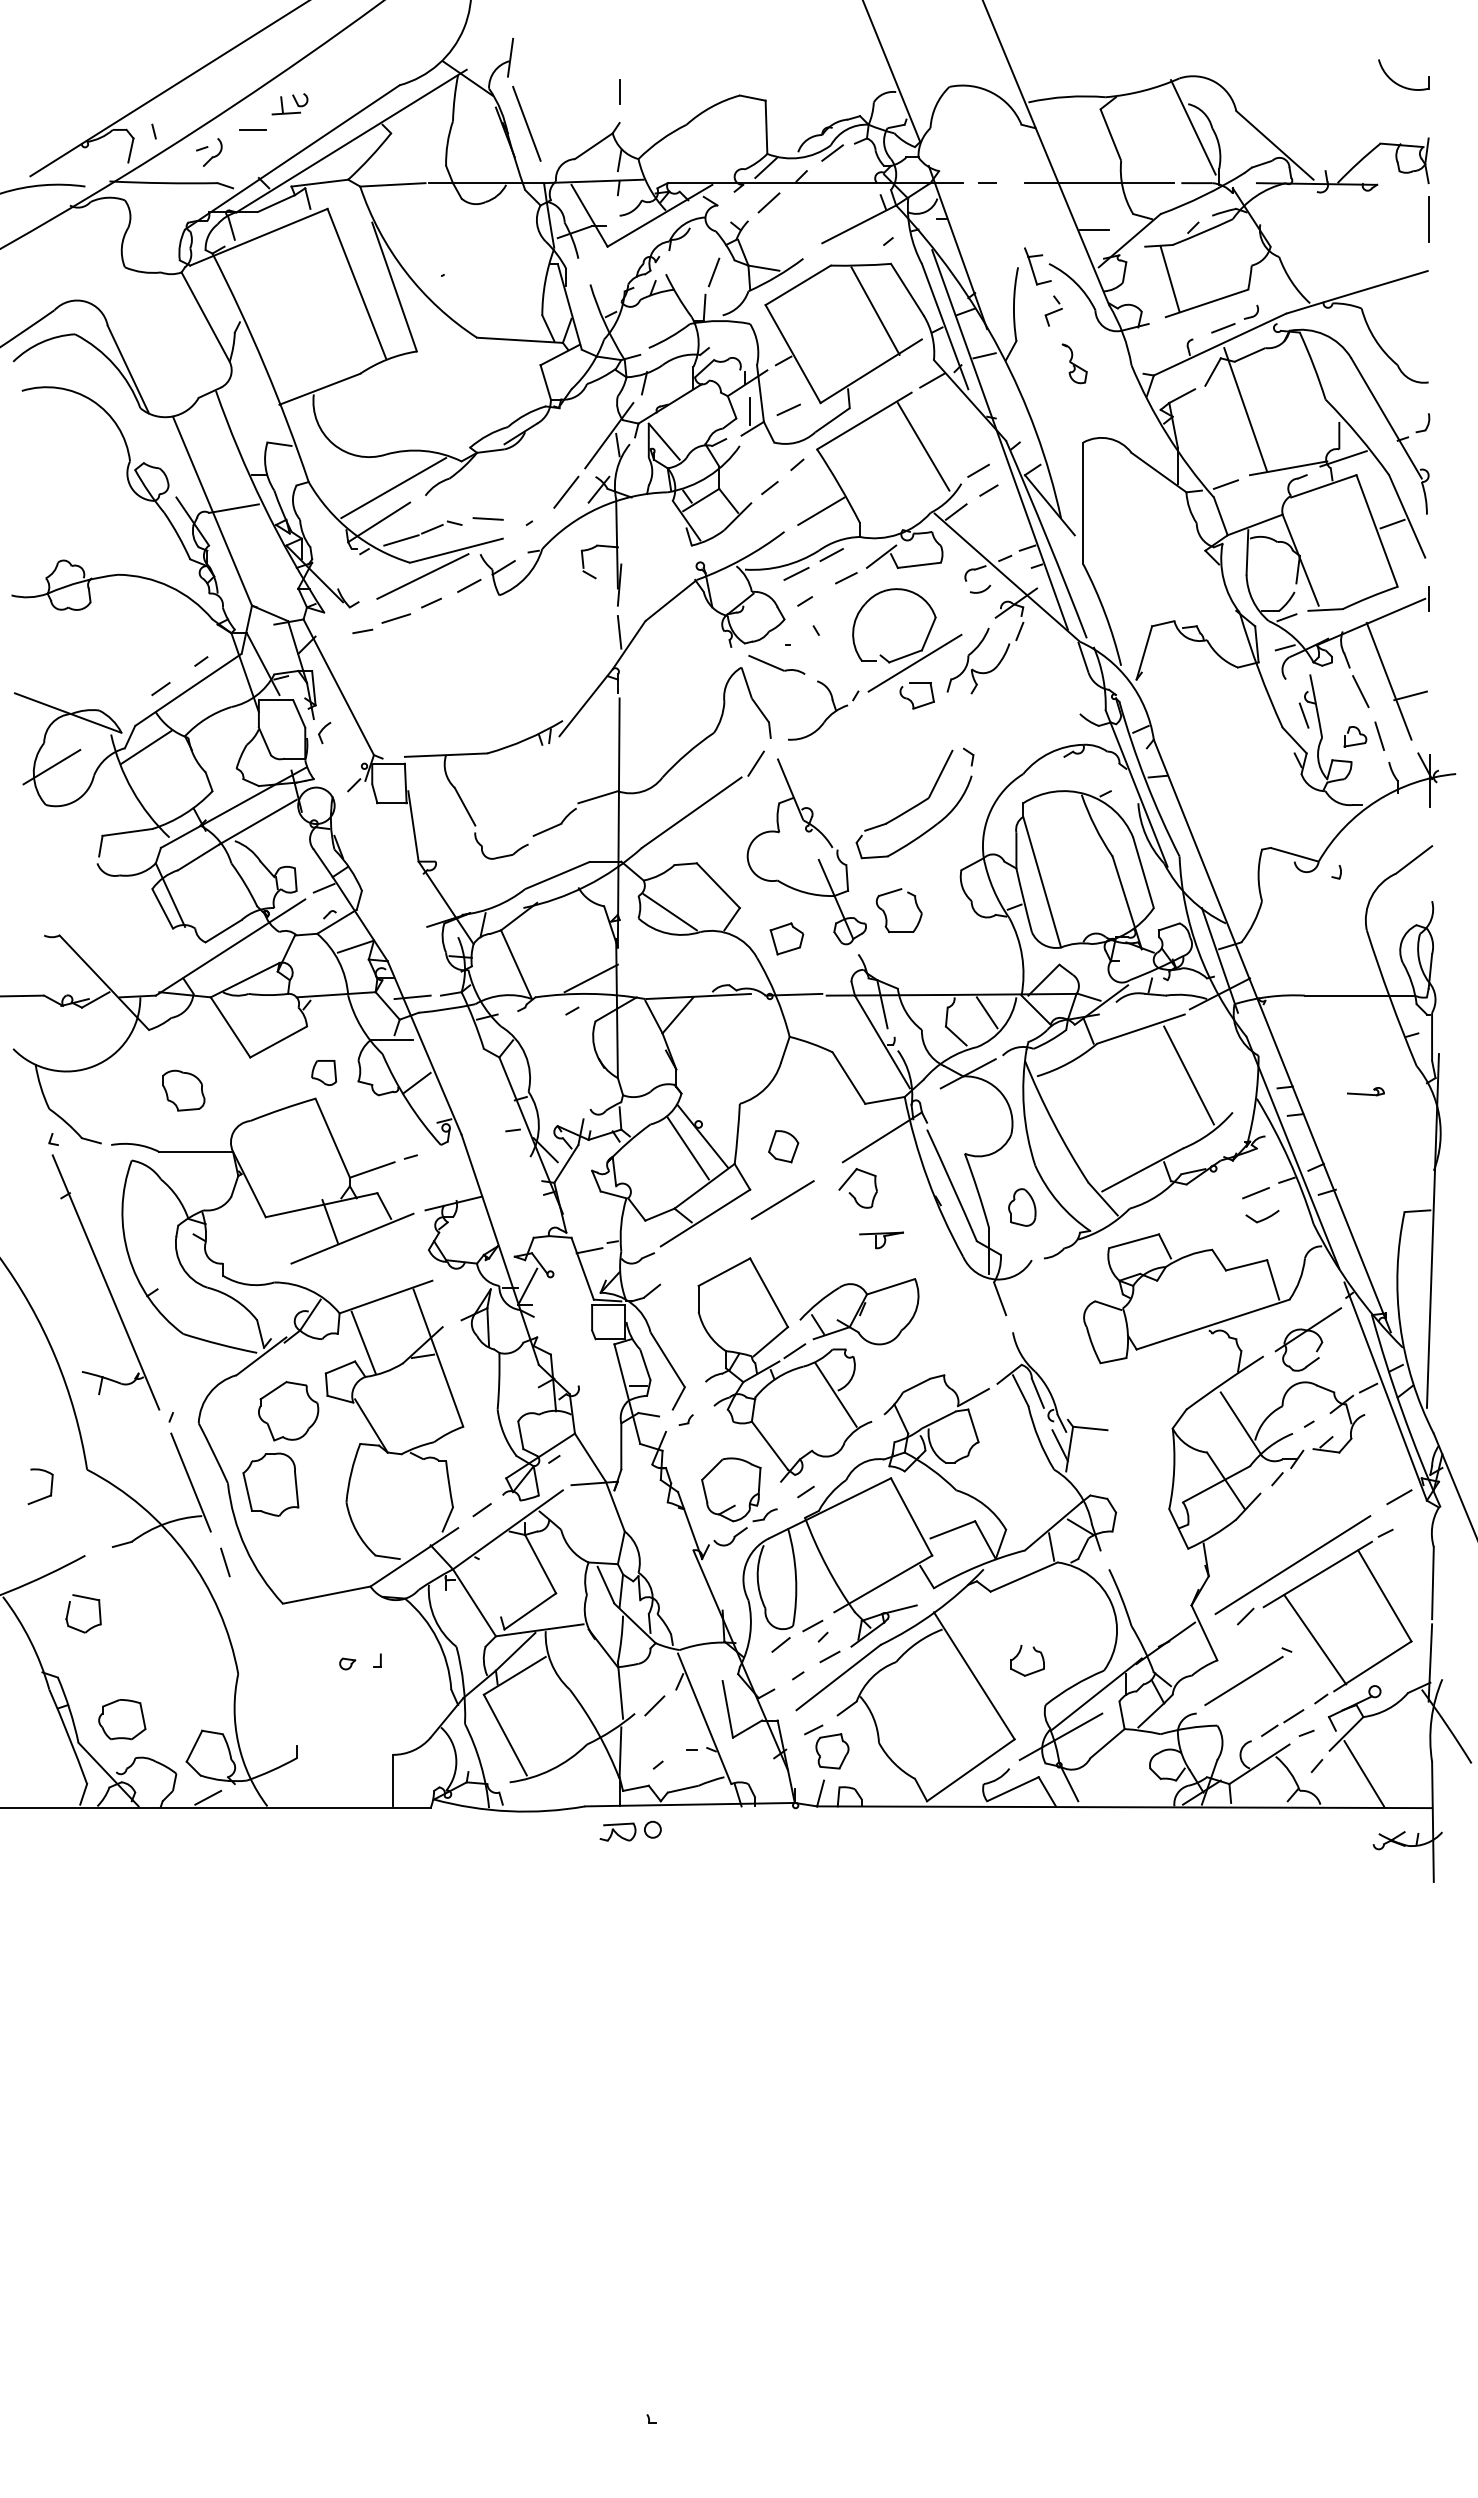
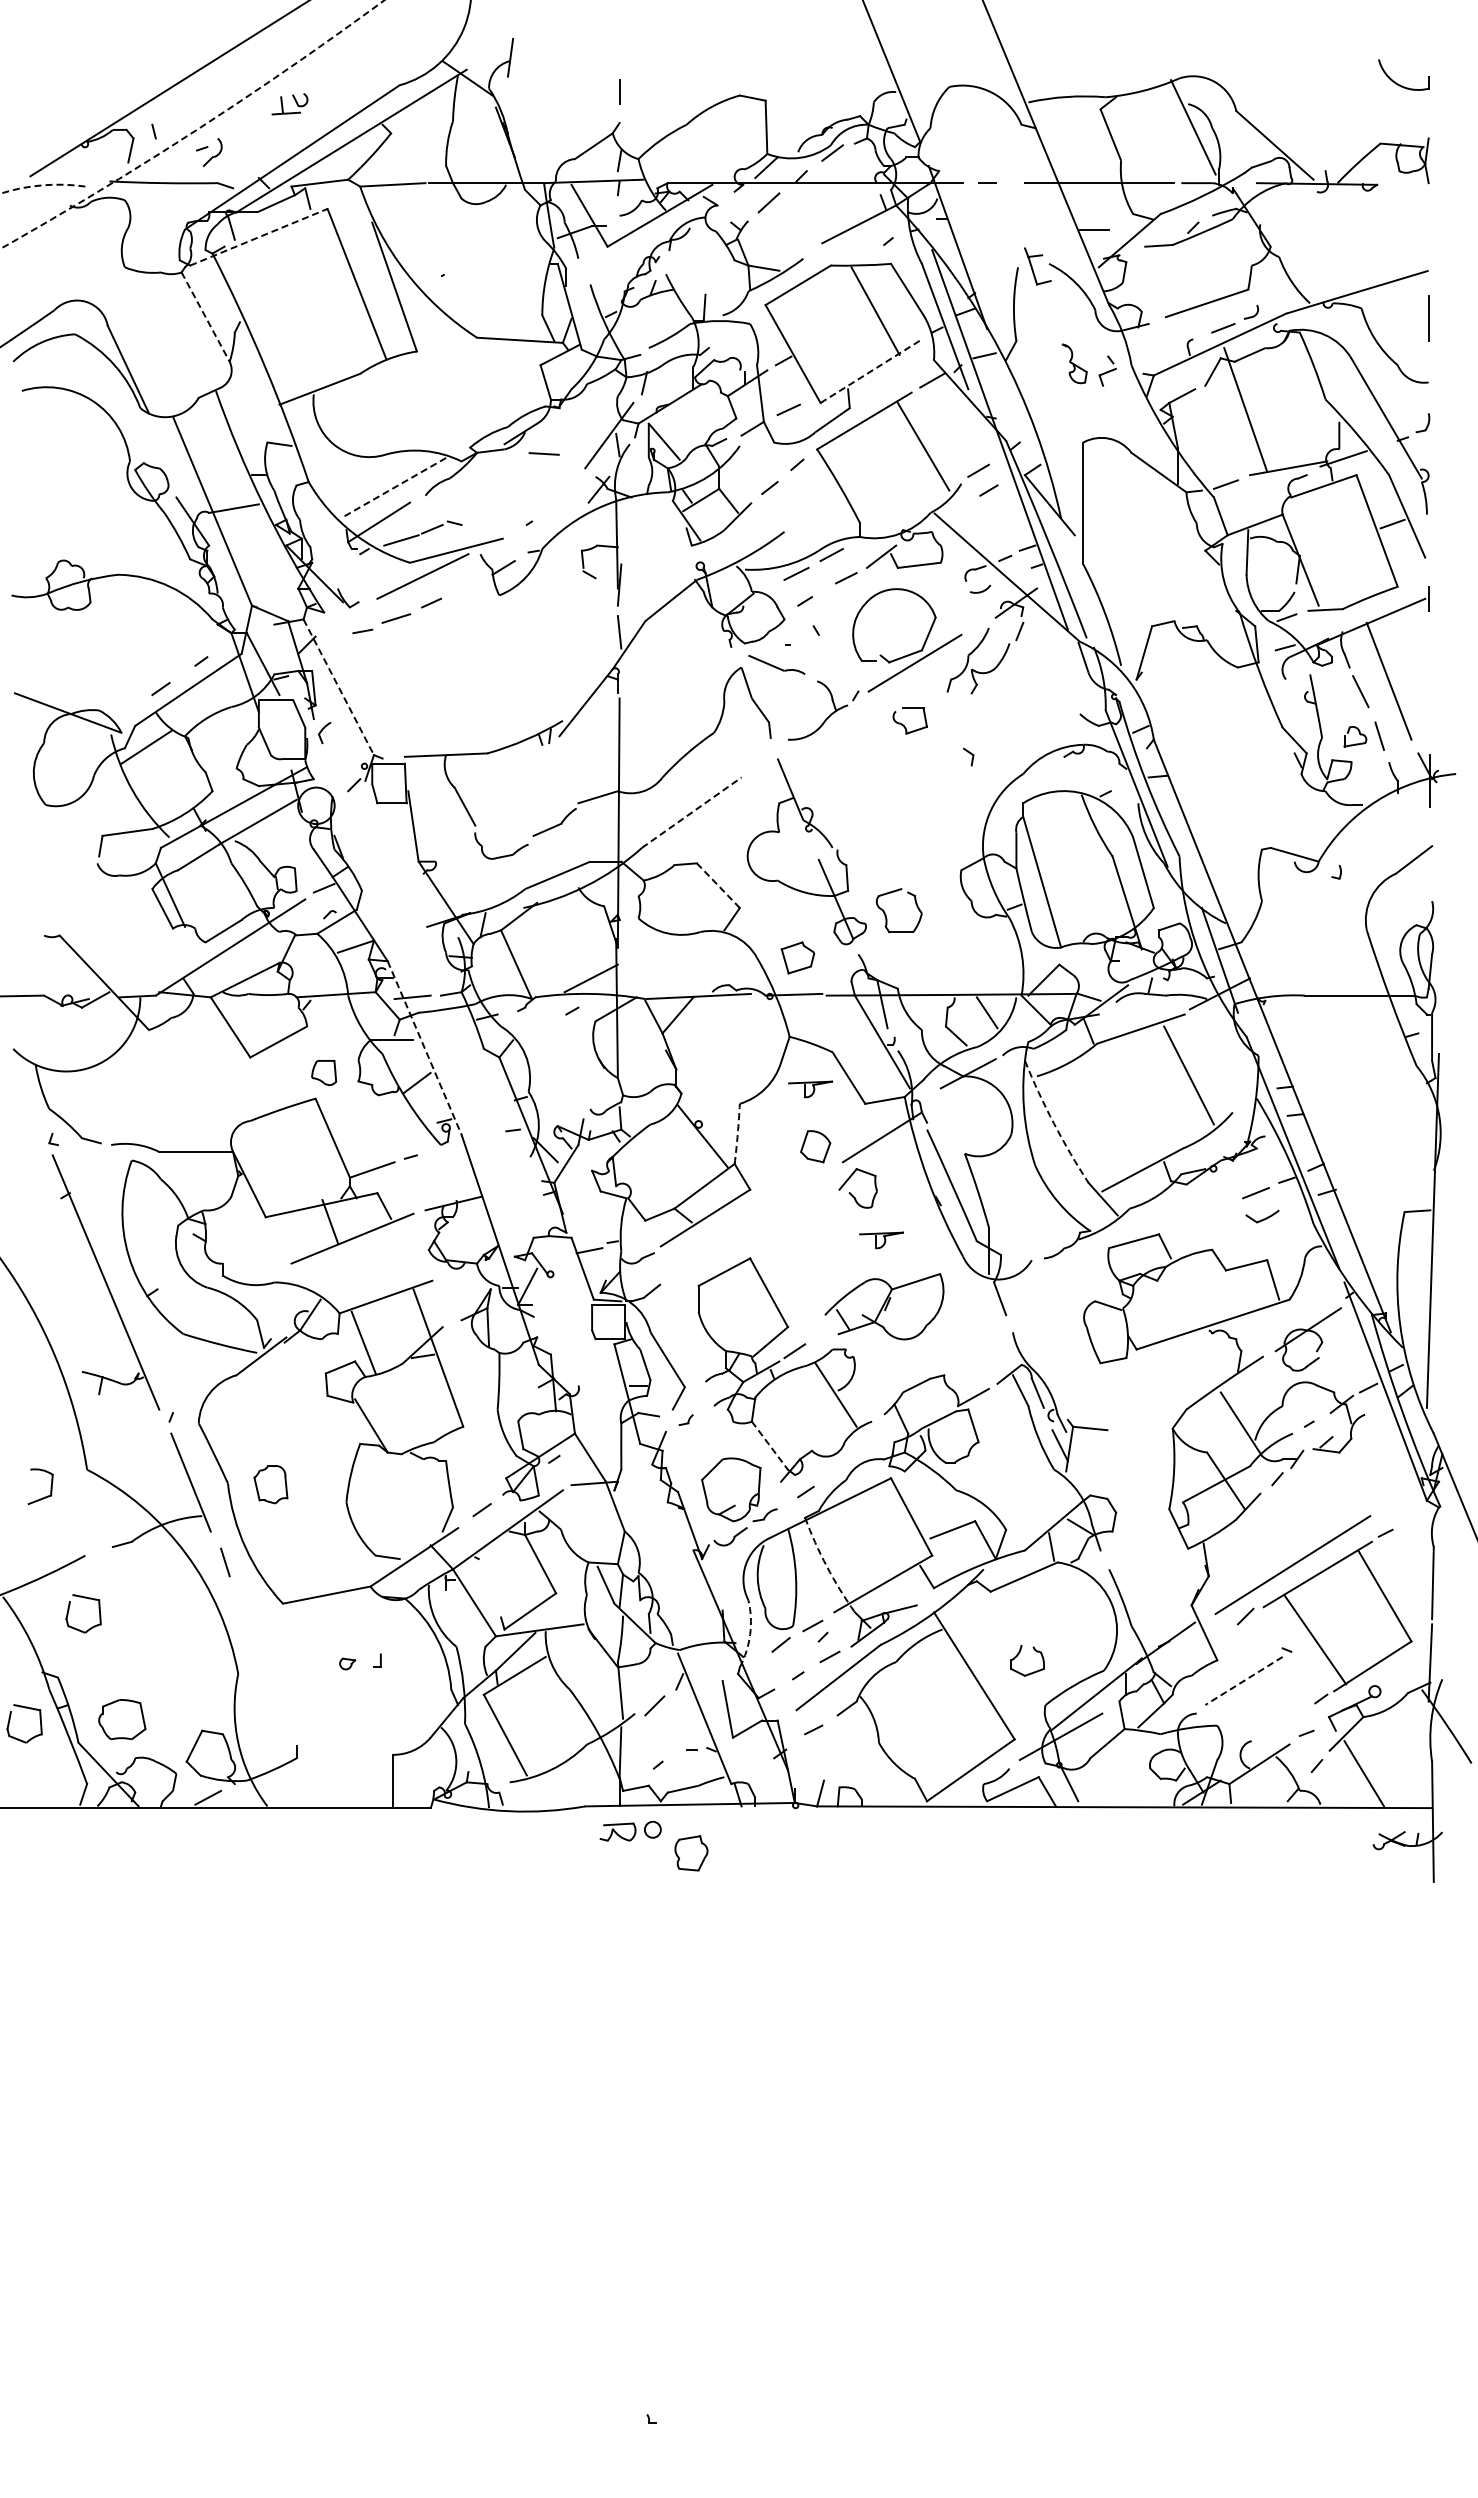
line at (526, 123): present -> none
arc at (196, 129): solid -> dashed
line at (252, 129): present -> none
arc at (42, 185): solid -> dashed
line at (1428, 219) position: (1428, 219) -> (1428, 318)
line at (259, 237): solid -> dashed
line at (713, 272): present -> none
line at (1169, 278): present -> none
part at (1053, 310) position: (1053, 310) -> (1107, 370)
line at (205, 317): solid -> dashed
line at (871, 371): solid -> dashed
line at (750, 411): present -> none
line at (393, 488): solid -> dashed
line at (566, 491): present -> none
line at (821, 510): present -> none
line at (955, 511): present -> none
line at (487, 518) position: (487, 518) -> (543, 453)
line at (469, 585): present -> none
line at (339, 687): solid -> dashed
line at (1410, 695): present -> none
part at (911, 700) position: (911, 700) -> (904, 725)
line at (1303, 715): present -> none
line at (755, 763): present -> none
line at (51, 767): present -> none
part at (913, 804): present -> none
line at (692, 812): solid -> dashed
line at (718, 885): solid -> dashed
line at (669, 912): present -> none
part at (786, 938) position: (786, 938) -> (797, 957)
line at (424, 1048): solid -> dashed
part at (810, 1089): none -> present
part at (183, 1090): present -> none
part at (1365, 1091): present -> none
arc at (1053, 1123): solid -> dashed
arc at (737, 1133): solid -> dashed
part at (783, 1146) position: (783, 1146) -> (815, 1146)
line at (687, 1148): present -> none
line at (782, 1199): present -> none
part at (1022, 1207): present -> none
part at (859, 1311) position: (859, 1311) -> (884, 1306)
part at (288, 1411): present -> none
line at (770, 1446): solid -> dashed
part at (270, 1484) size: 58x65 px -> 36x40 px
line at (1399, 1497): present -> none
arc at (826, 1566): solid -> dashed
arc at (750, 1634): solid -> dashed
line at (1244, 1681): solid -> dashed
part at (10, 1720): none -> present
part at (1282, 1722): present -> none
part at (832, 1751) position: (832, 1751) -> (691, 1853)
